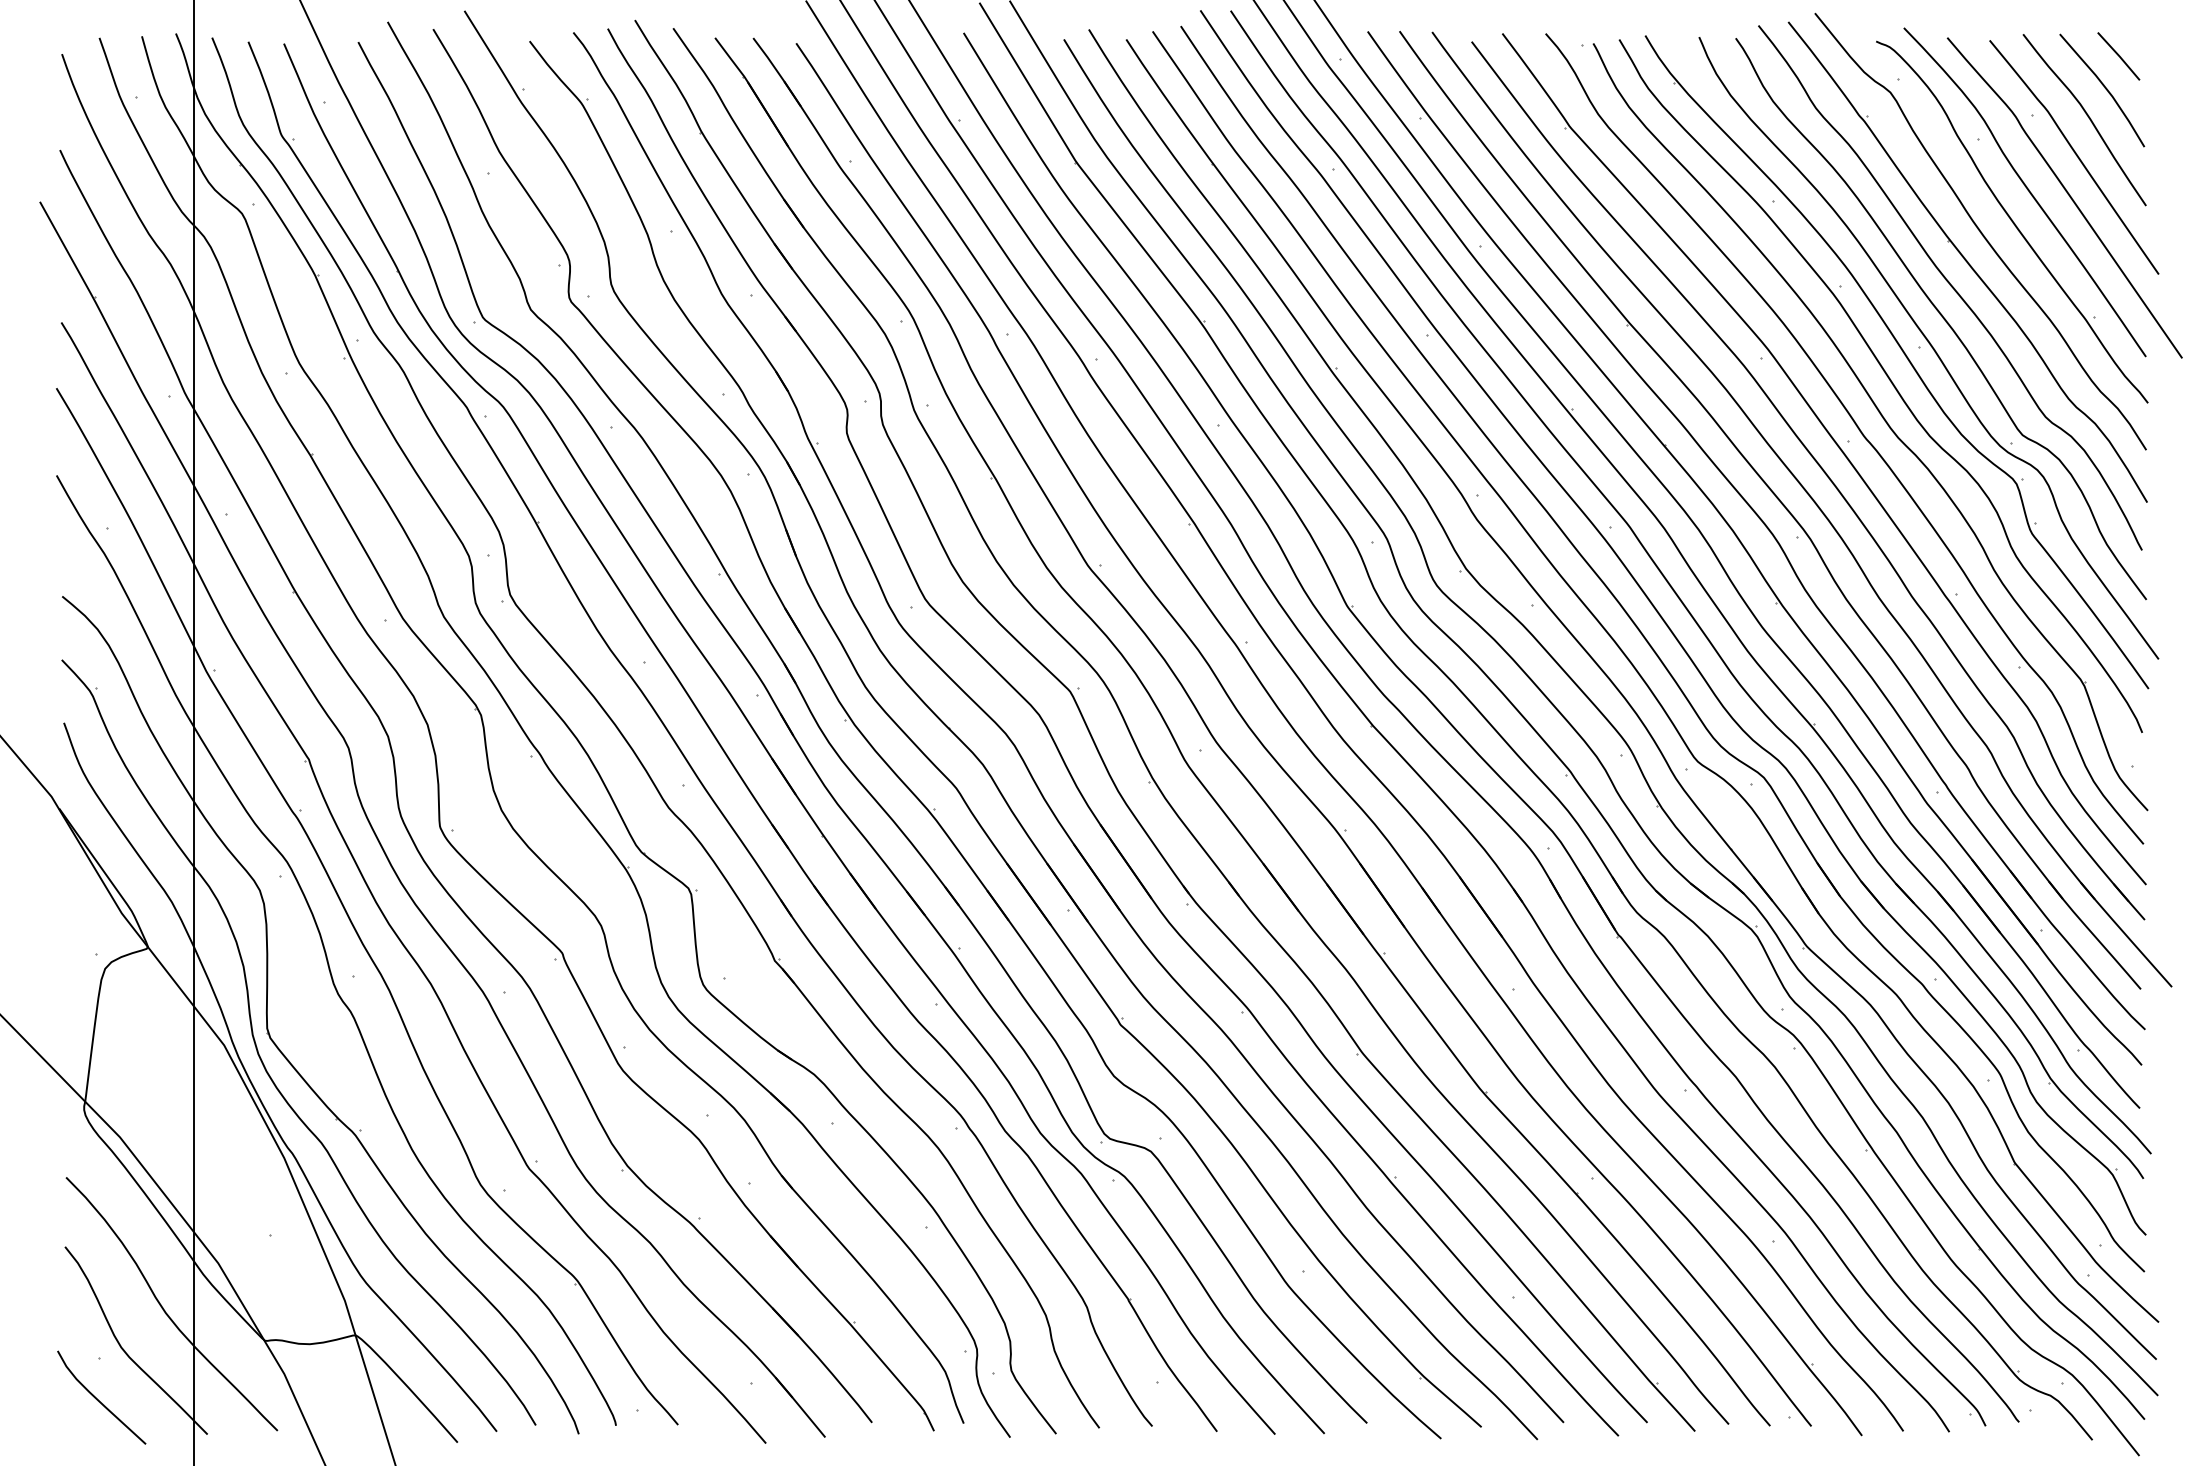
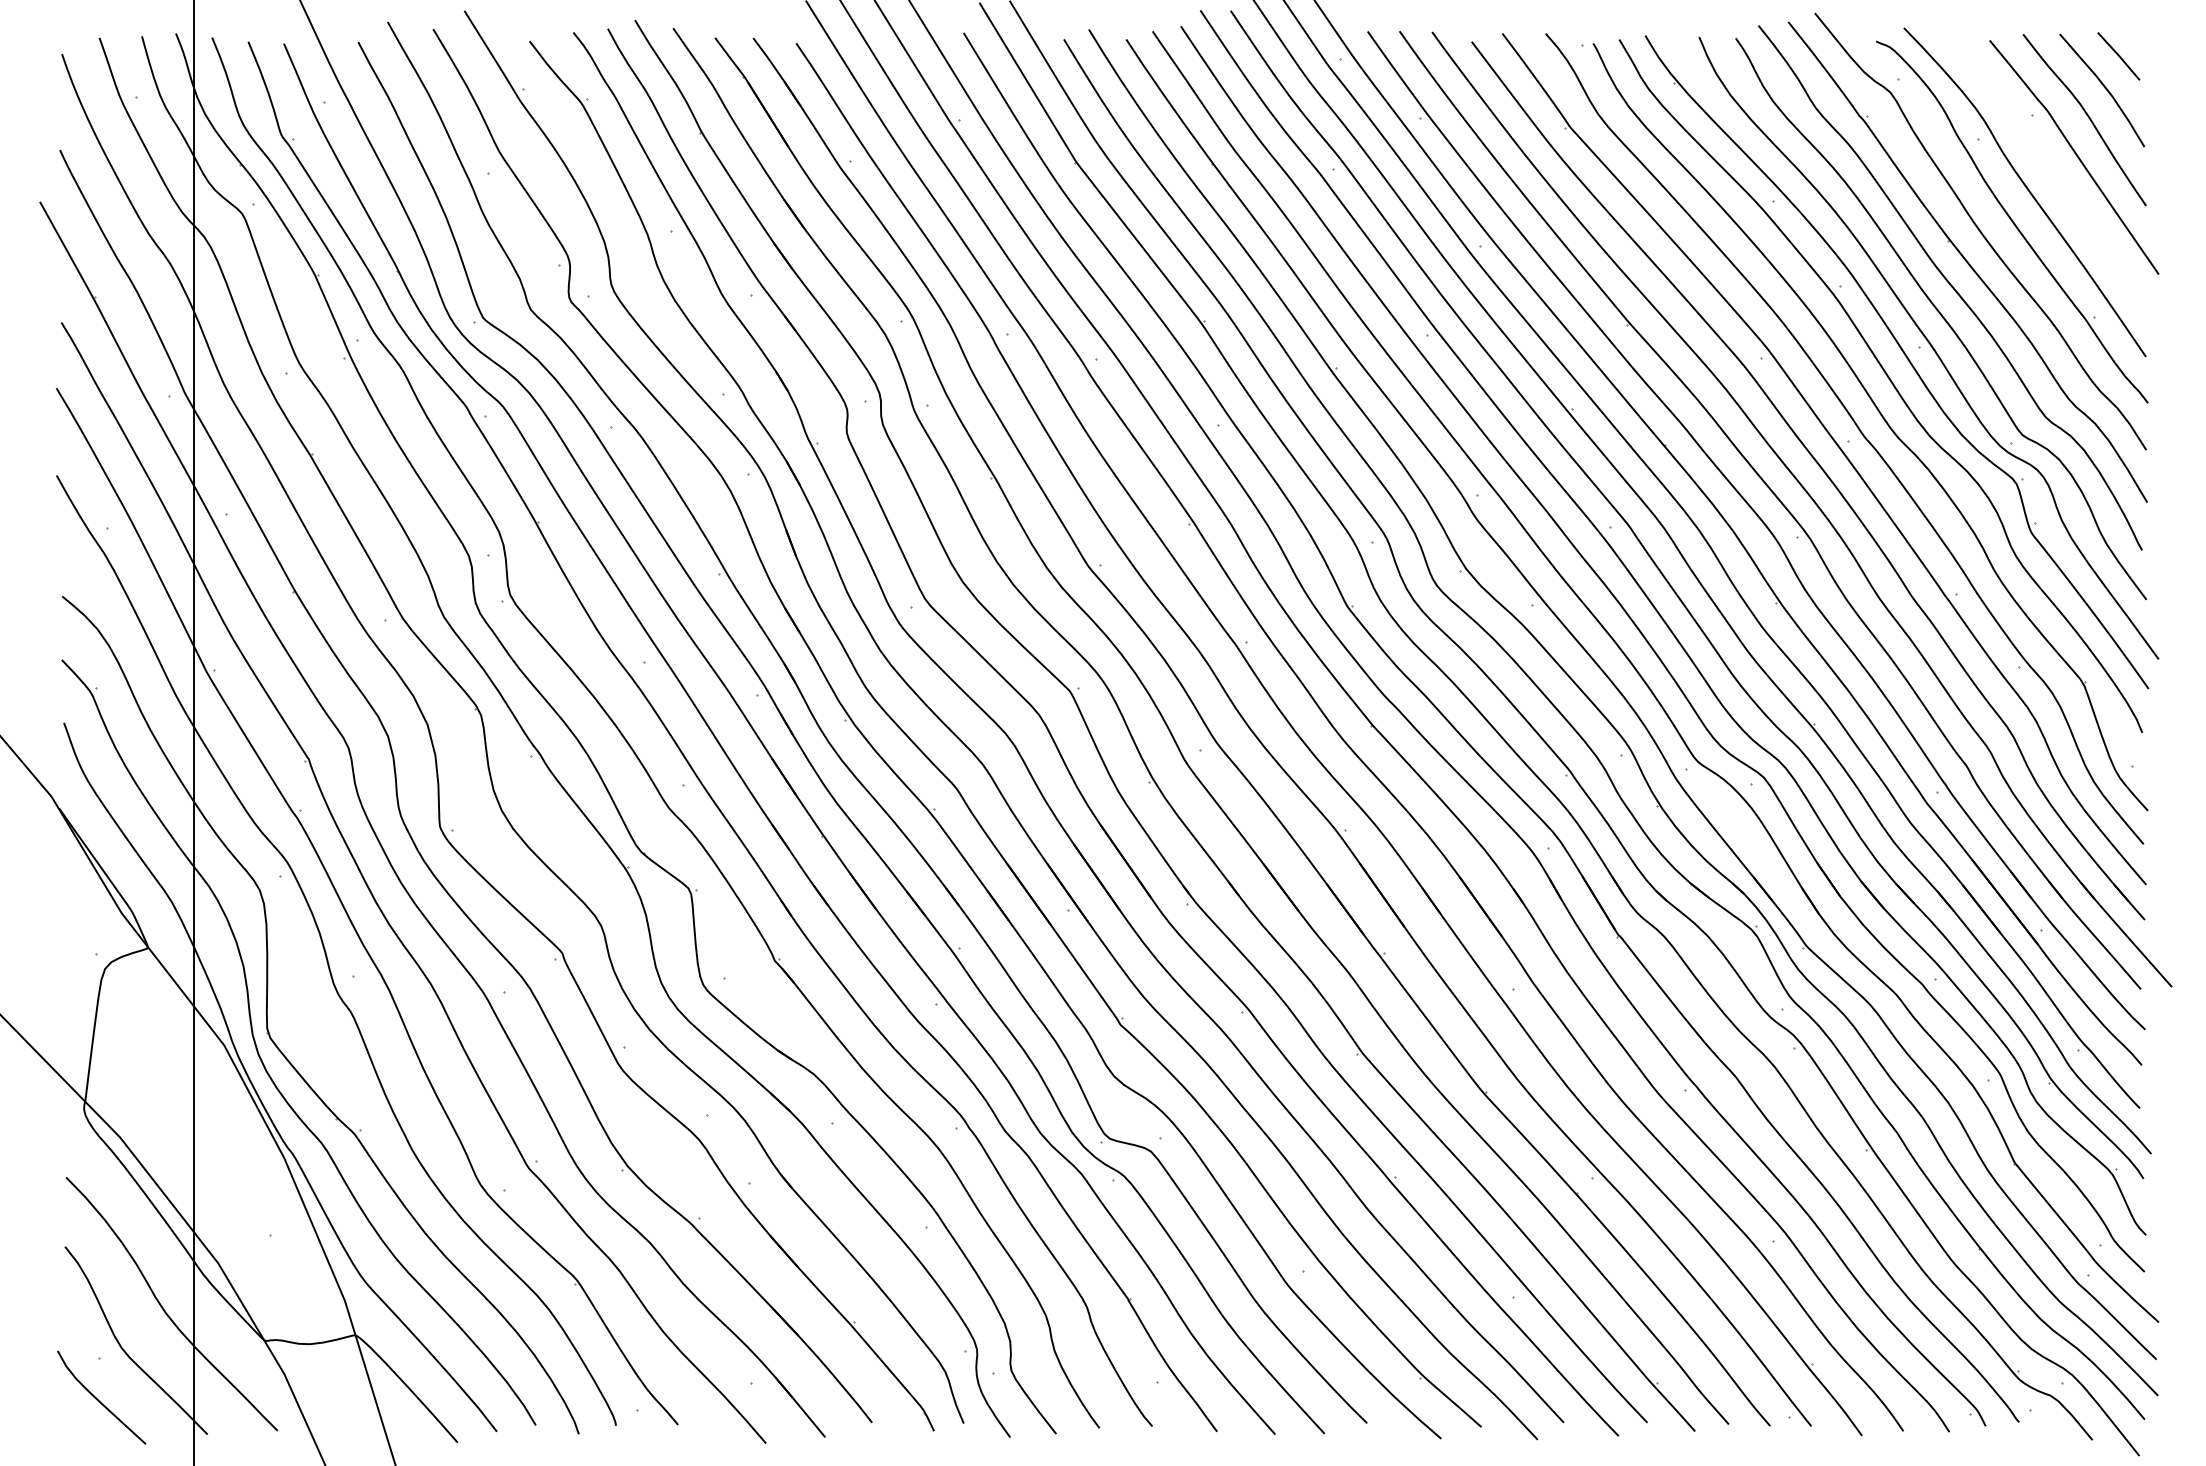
curve at (2067, 194): present -> none
